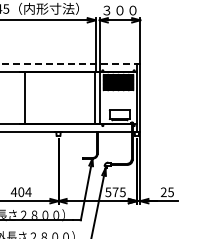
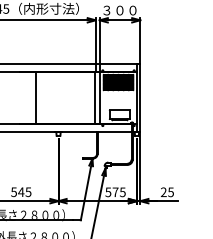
line at (69, 64): dashed -> solid
line at (25, 98) position: (25, 98) -> (36, 98)
text at (20, 192): 404 -> 545
